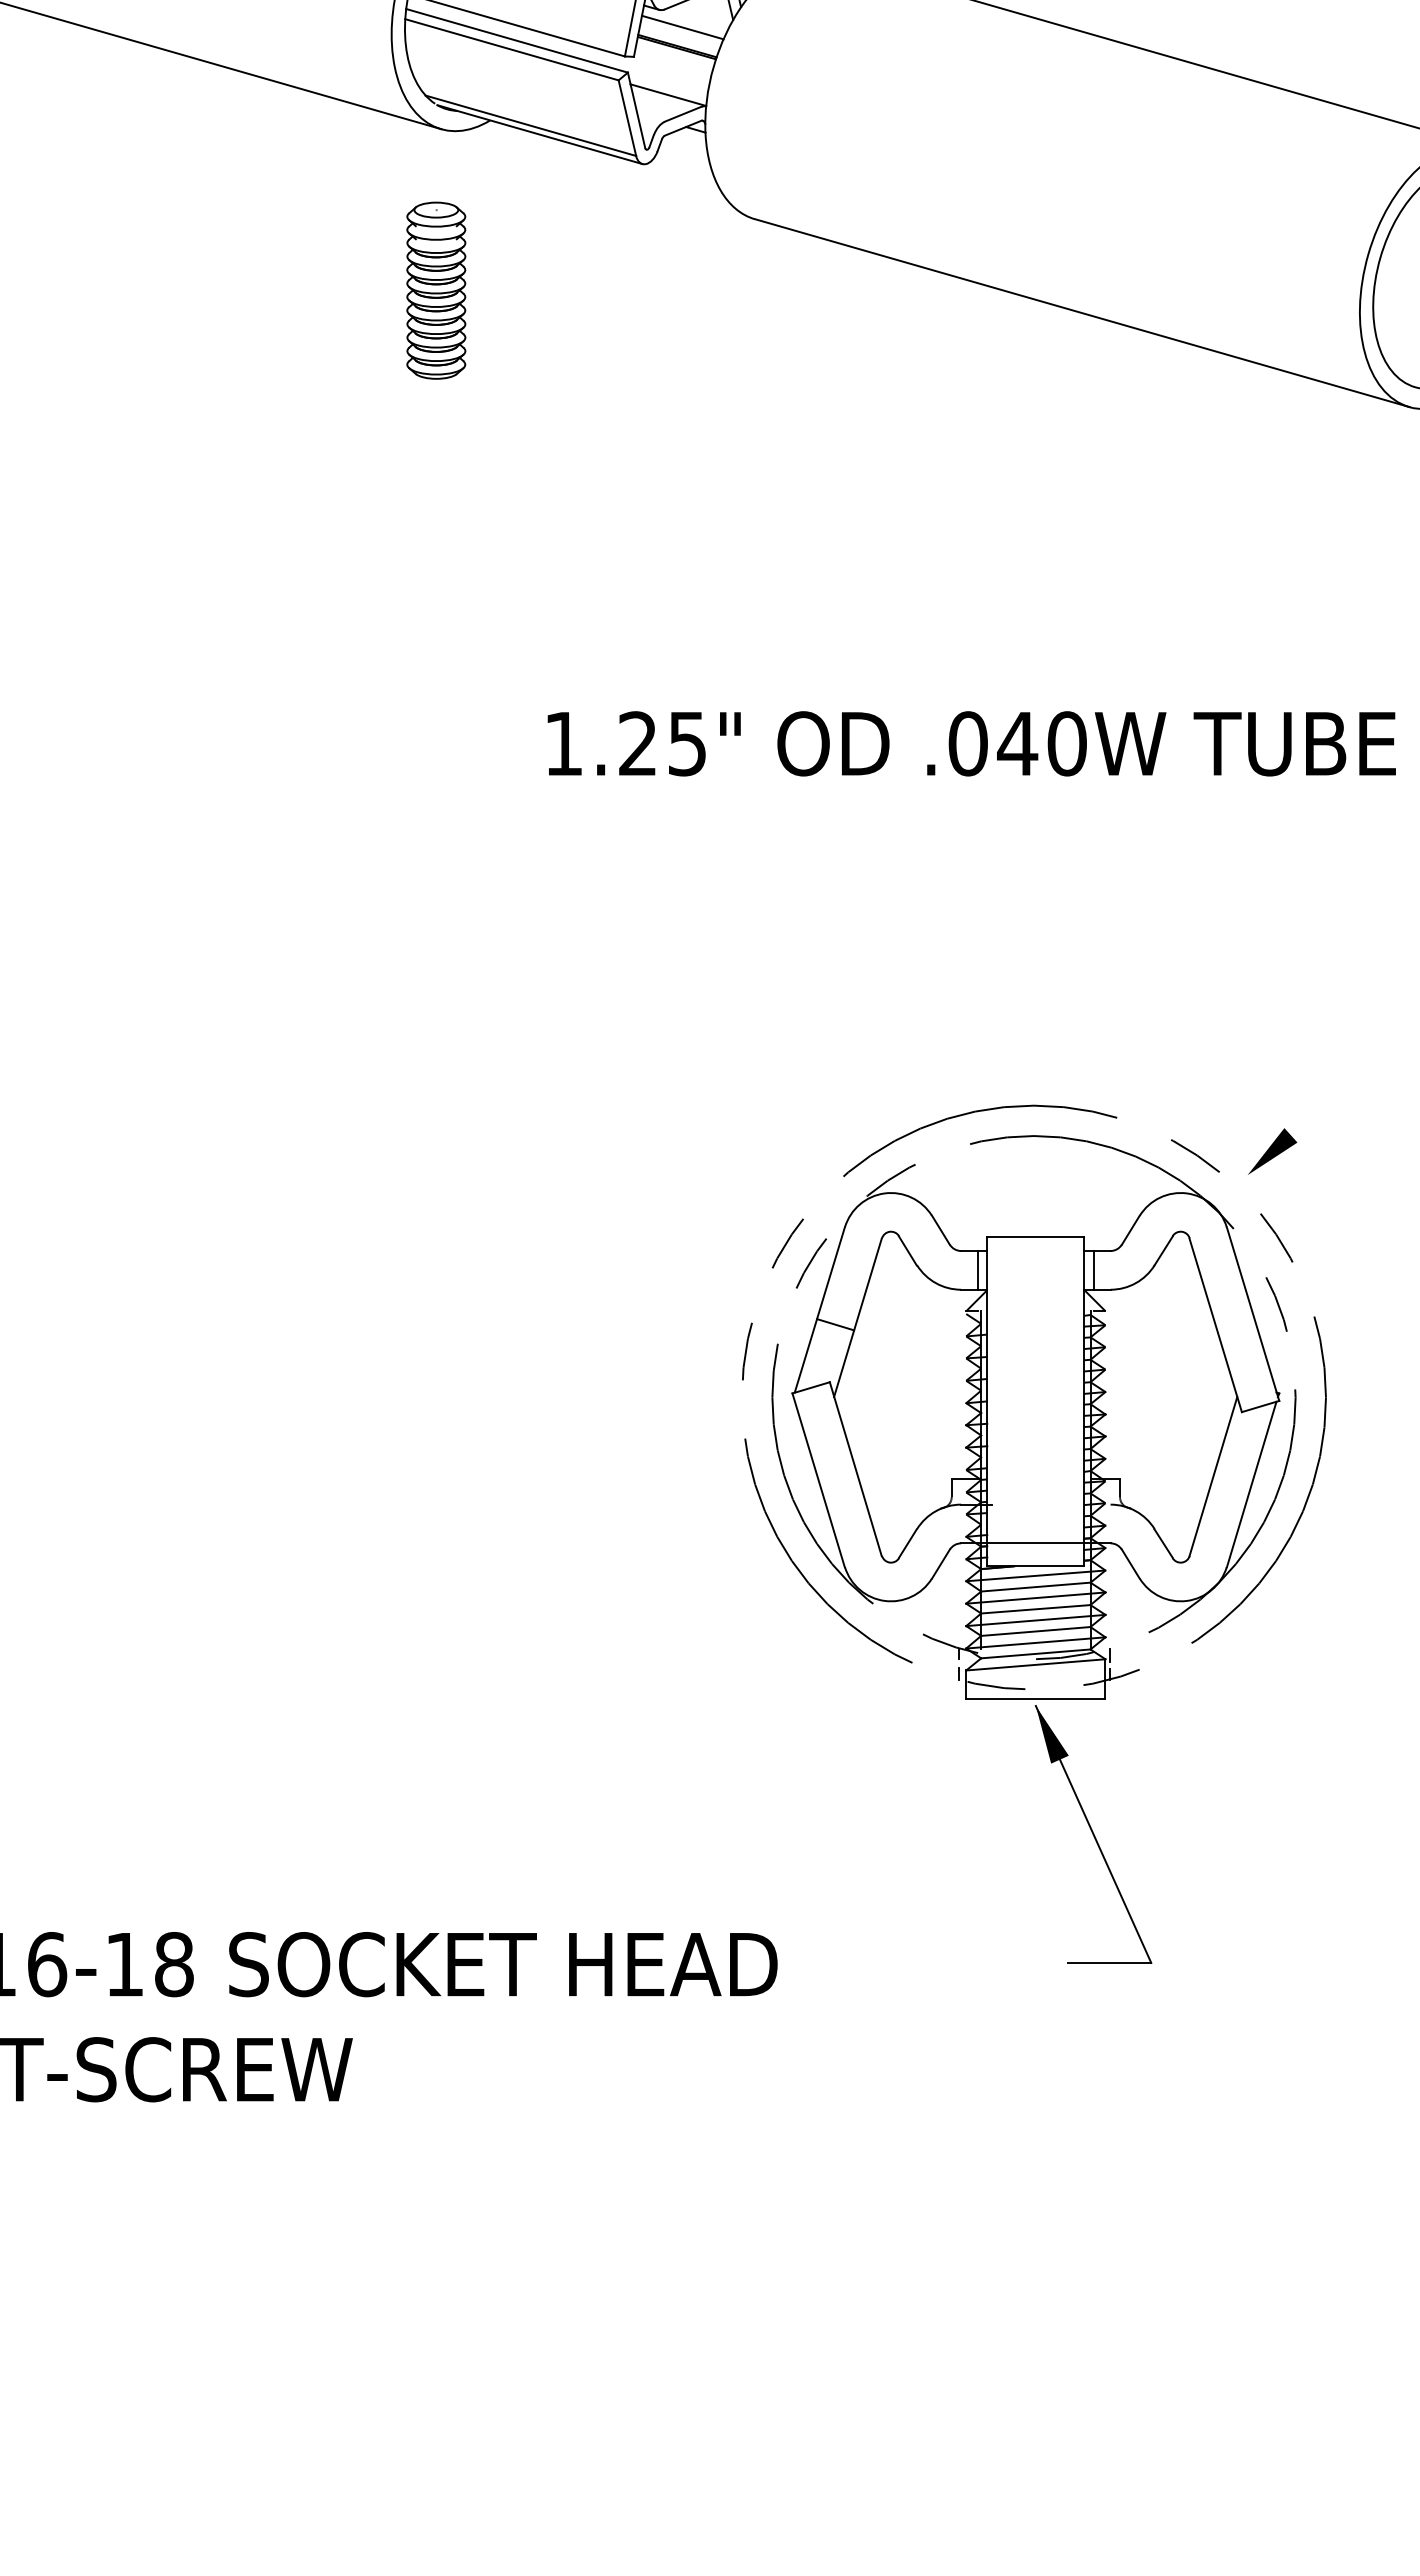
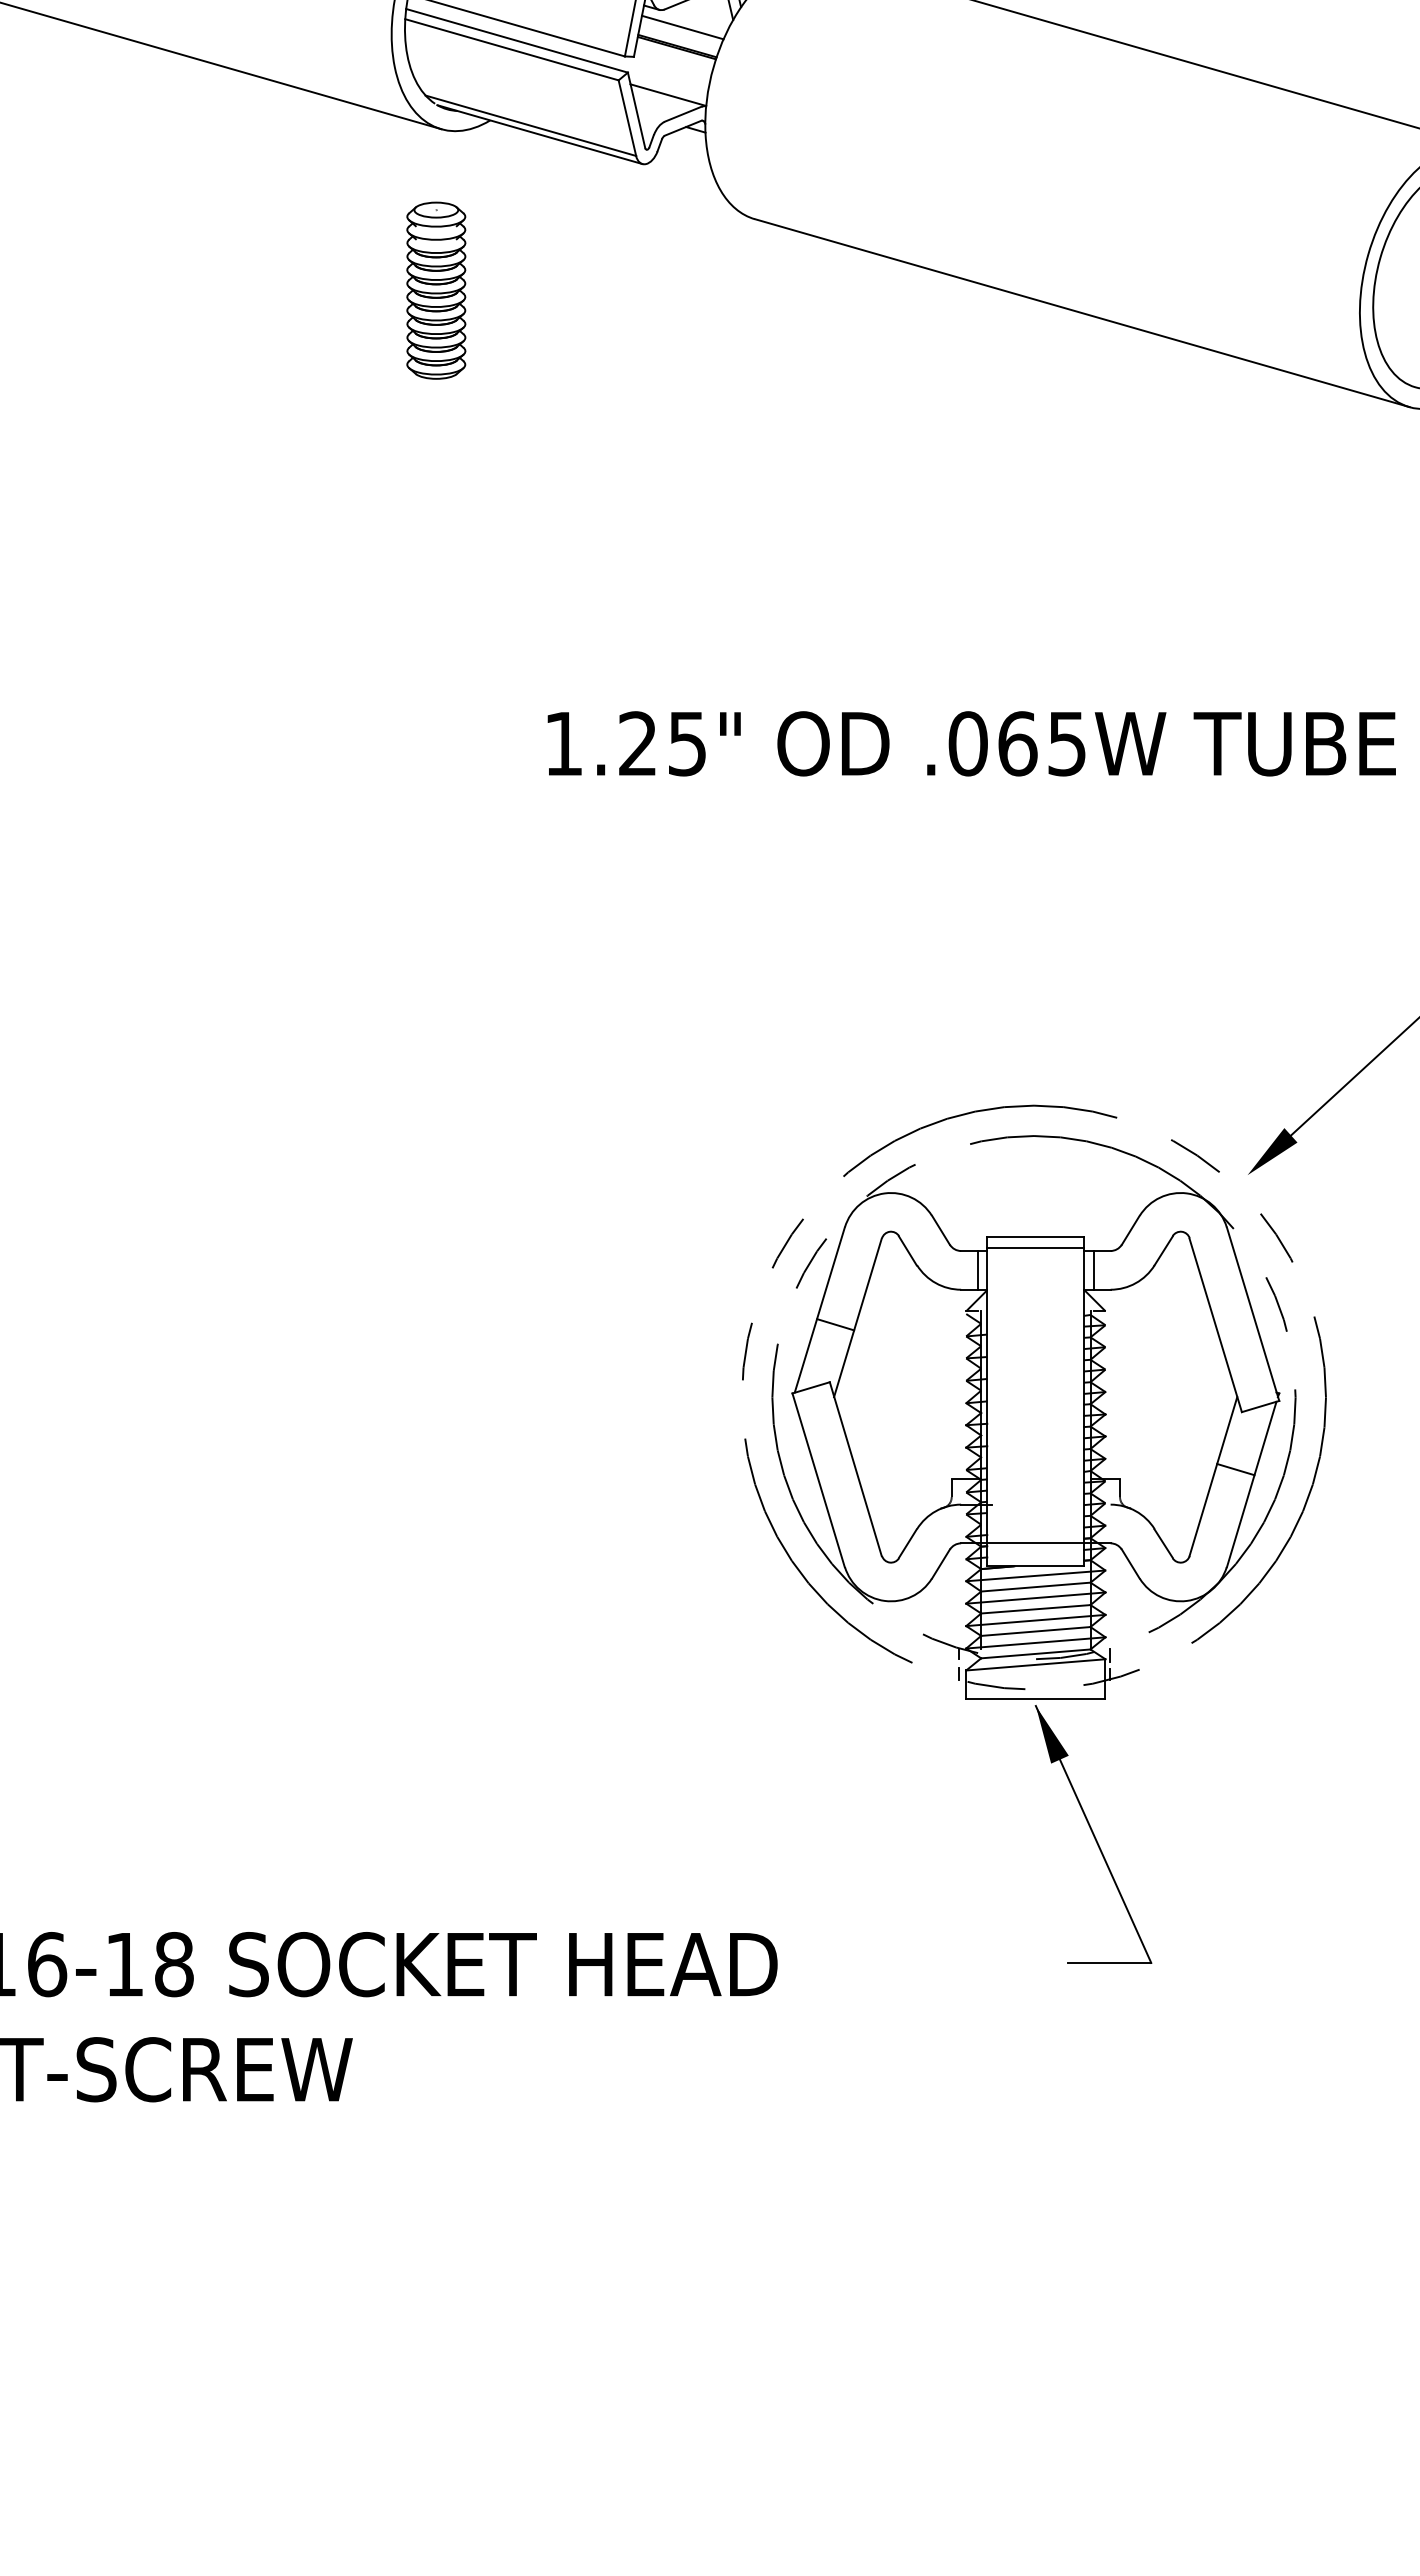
text at (1041, 743): .040W -> .065W
line at (1353, 1077): none -> present
line at (1035, 1247): none -> present
line at (1235, 1469): none -> present
